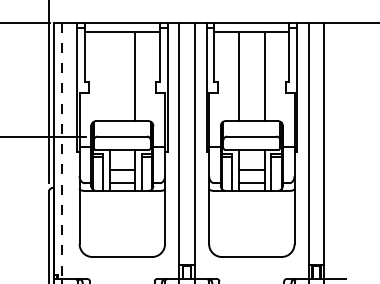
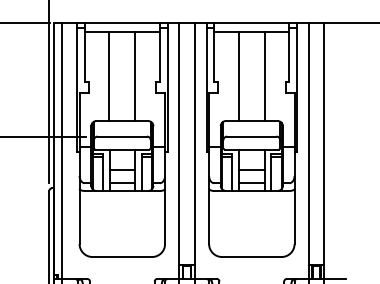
line at (109, 76): none -> present
line at (62, 151): dashed -> solid
